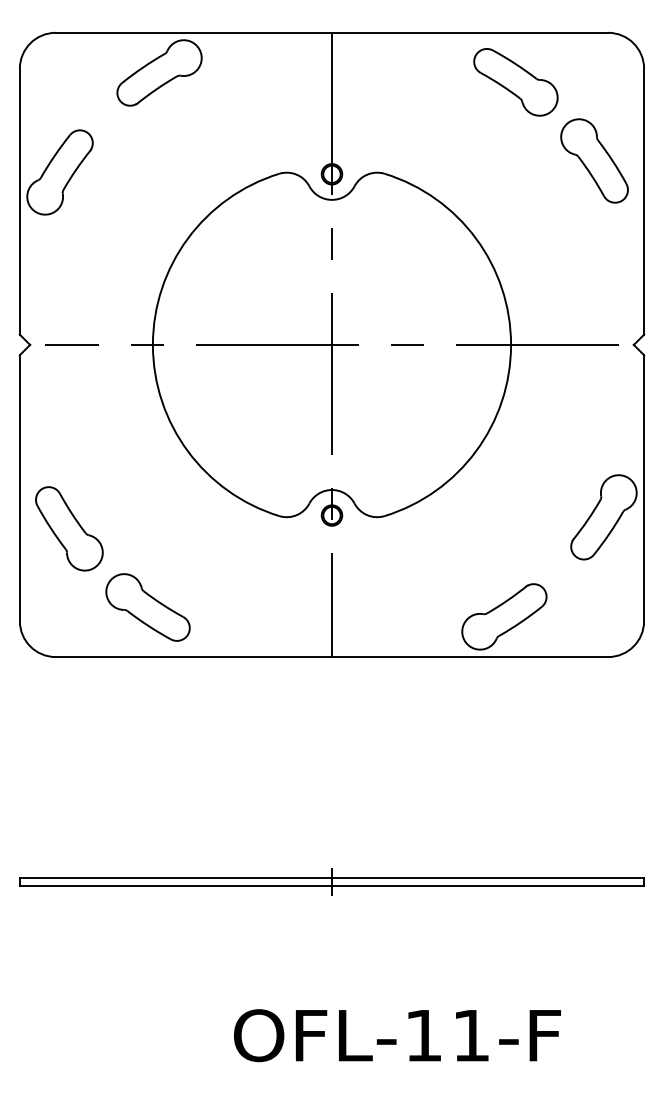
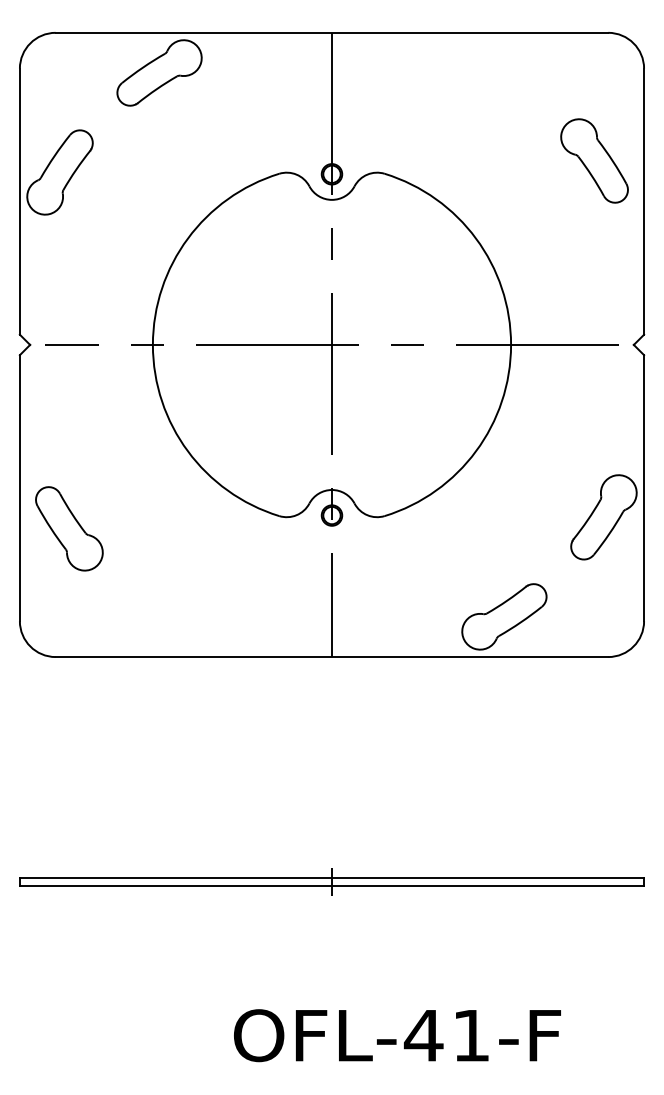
part at (515, 82): present -> none
part at (147, 607): present -> none
text at (423, 1035): OFL-11-F -> OFL-41-F
